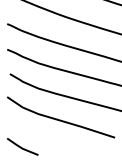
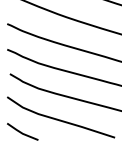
line at (21, 146) position: (21, 146) -> (21, 131)
